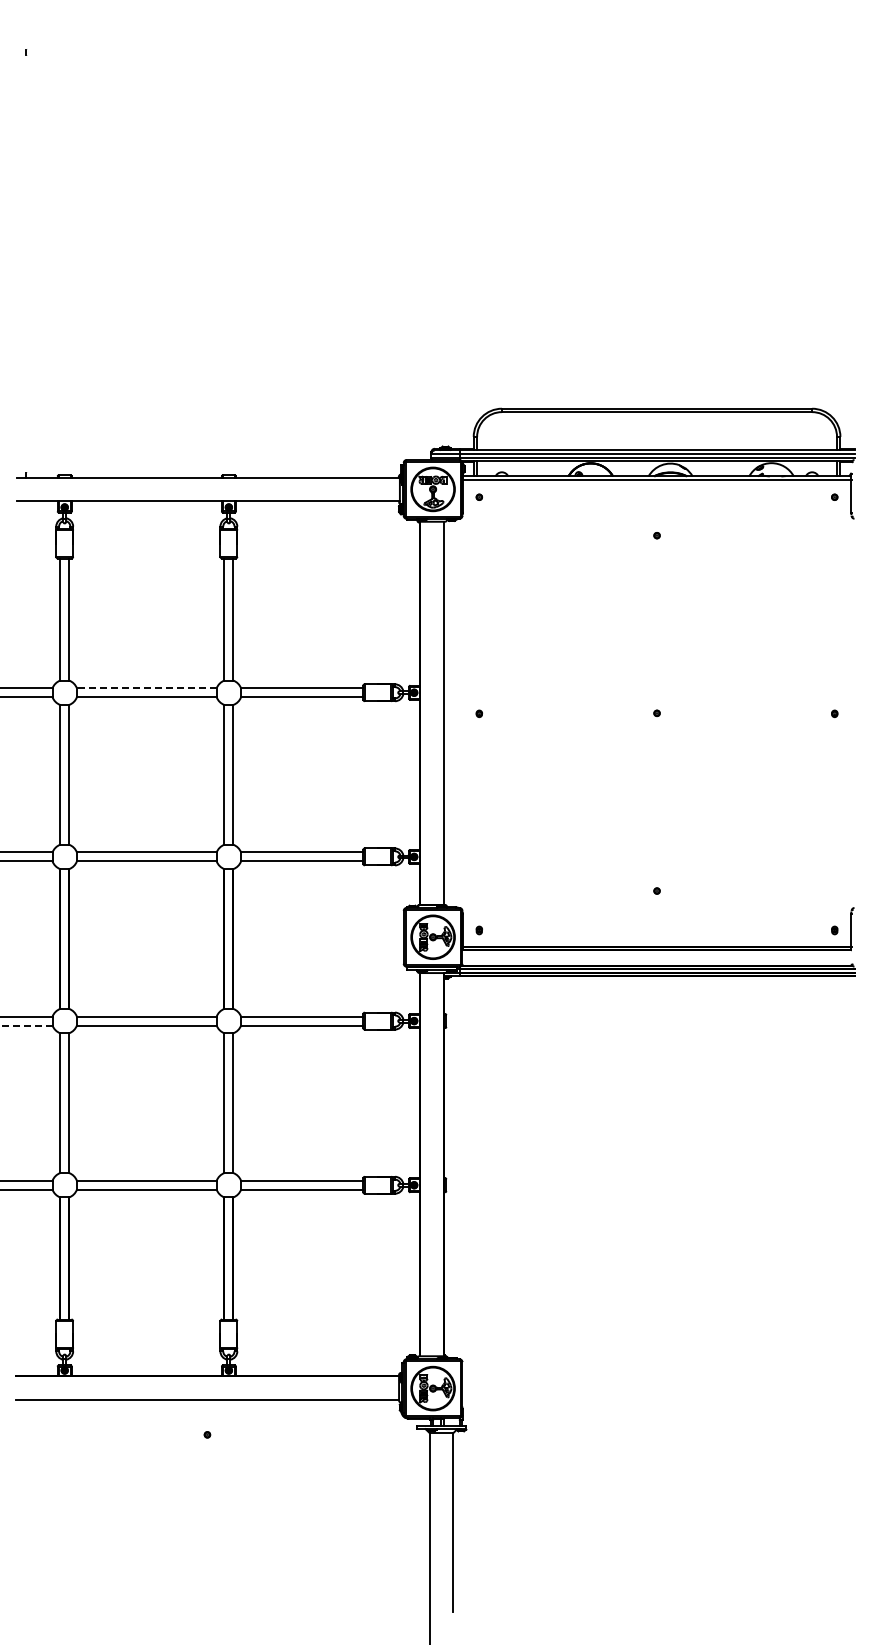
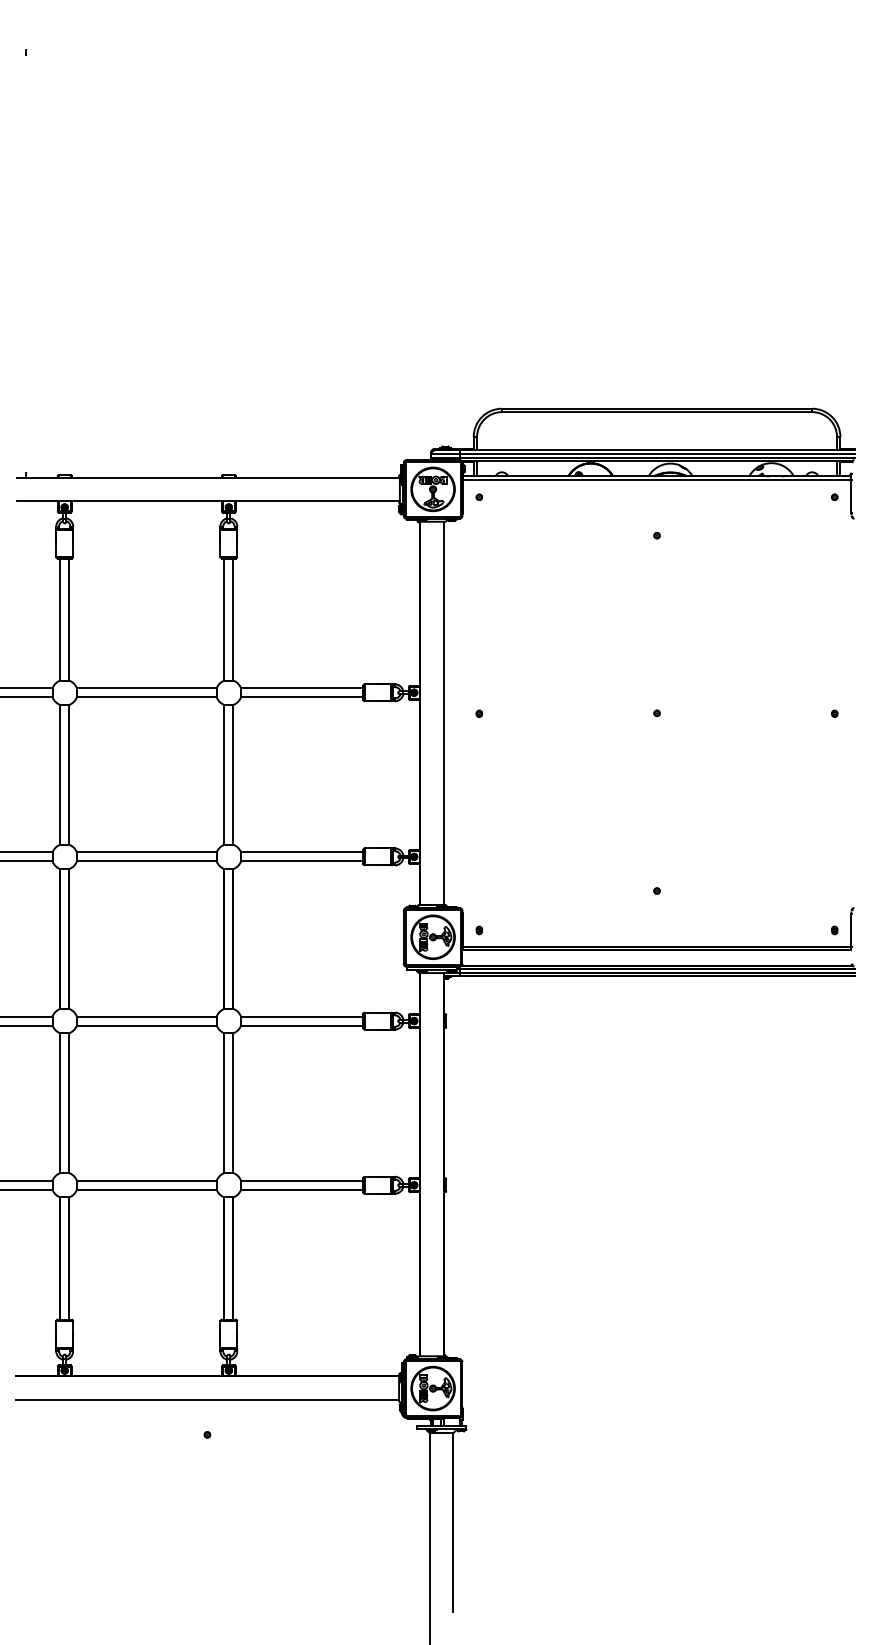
line at (146, 688): dashed -> solid
line at (26, 1025): dashed -> solid
